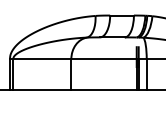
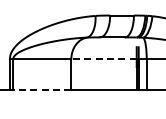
line at (104, 59): solid -> dashed
line at (41, 89): solid -> dashed
